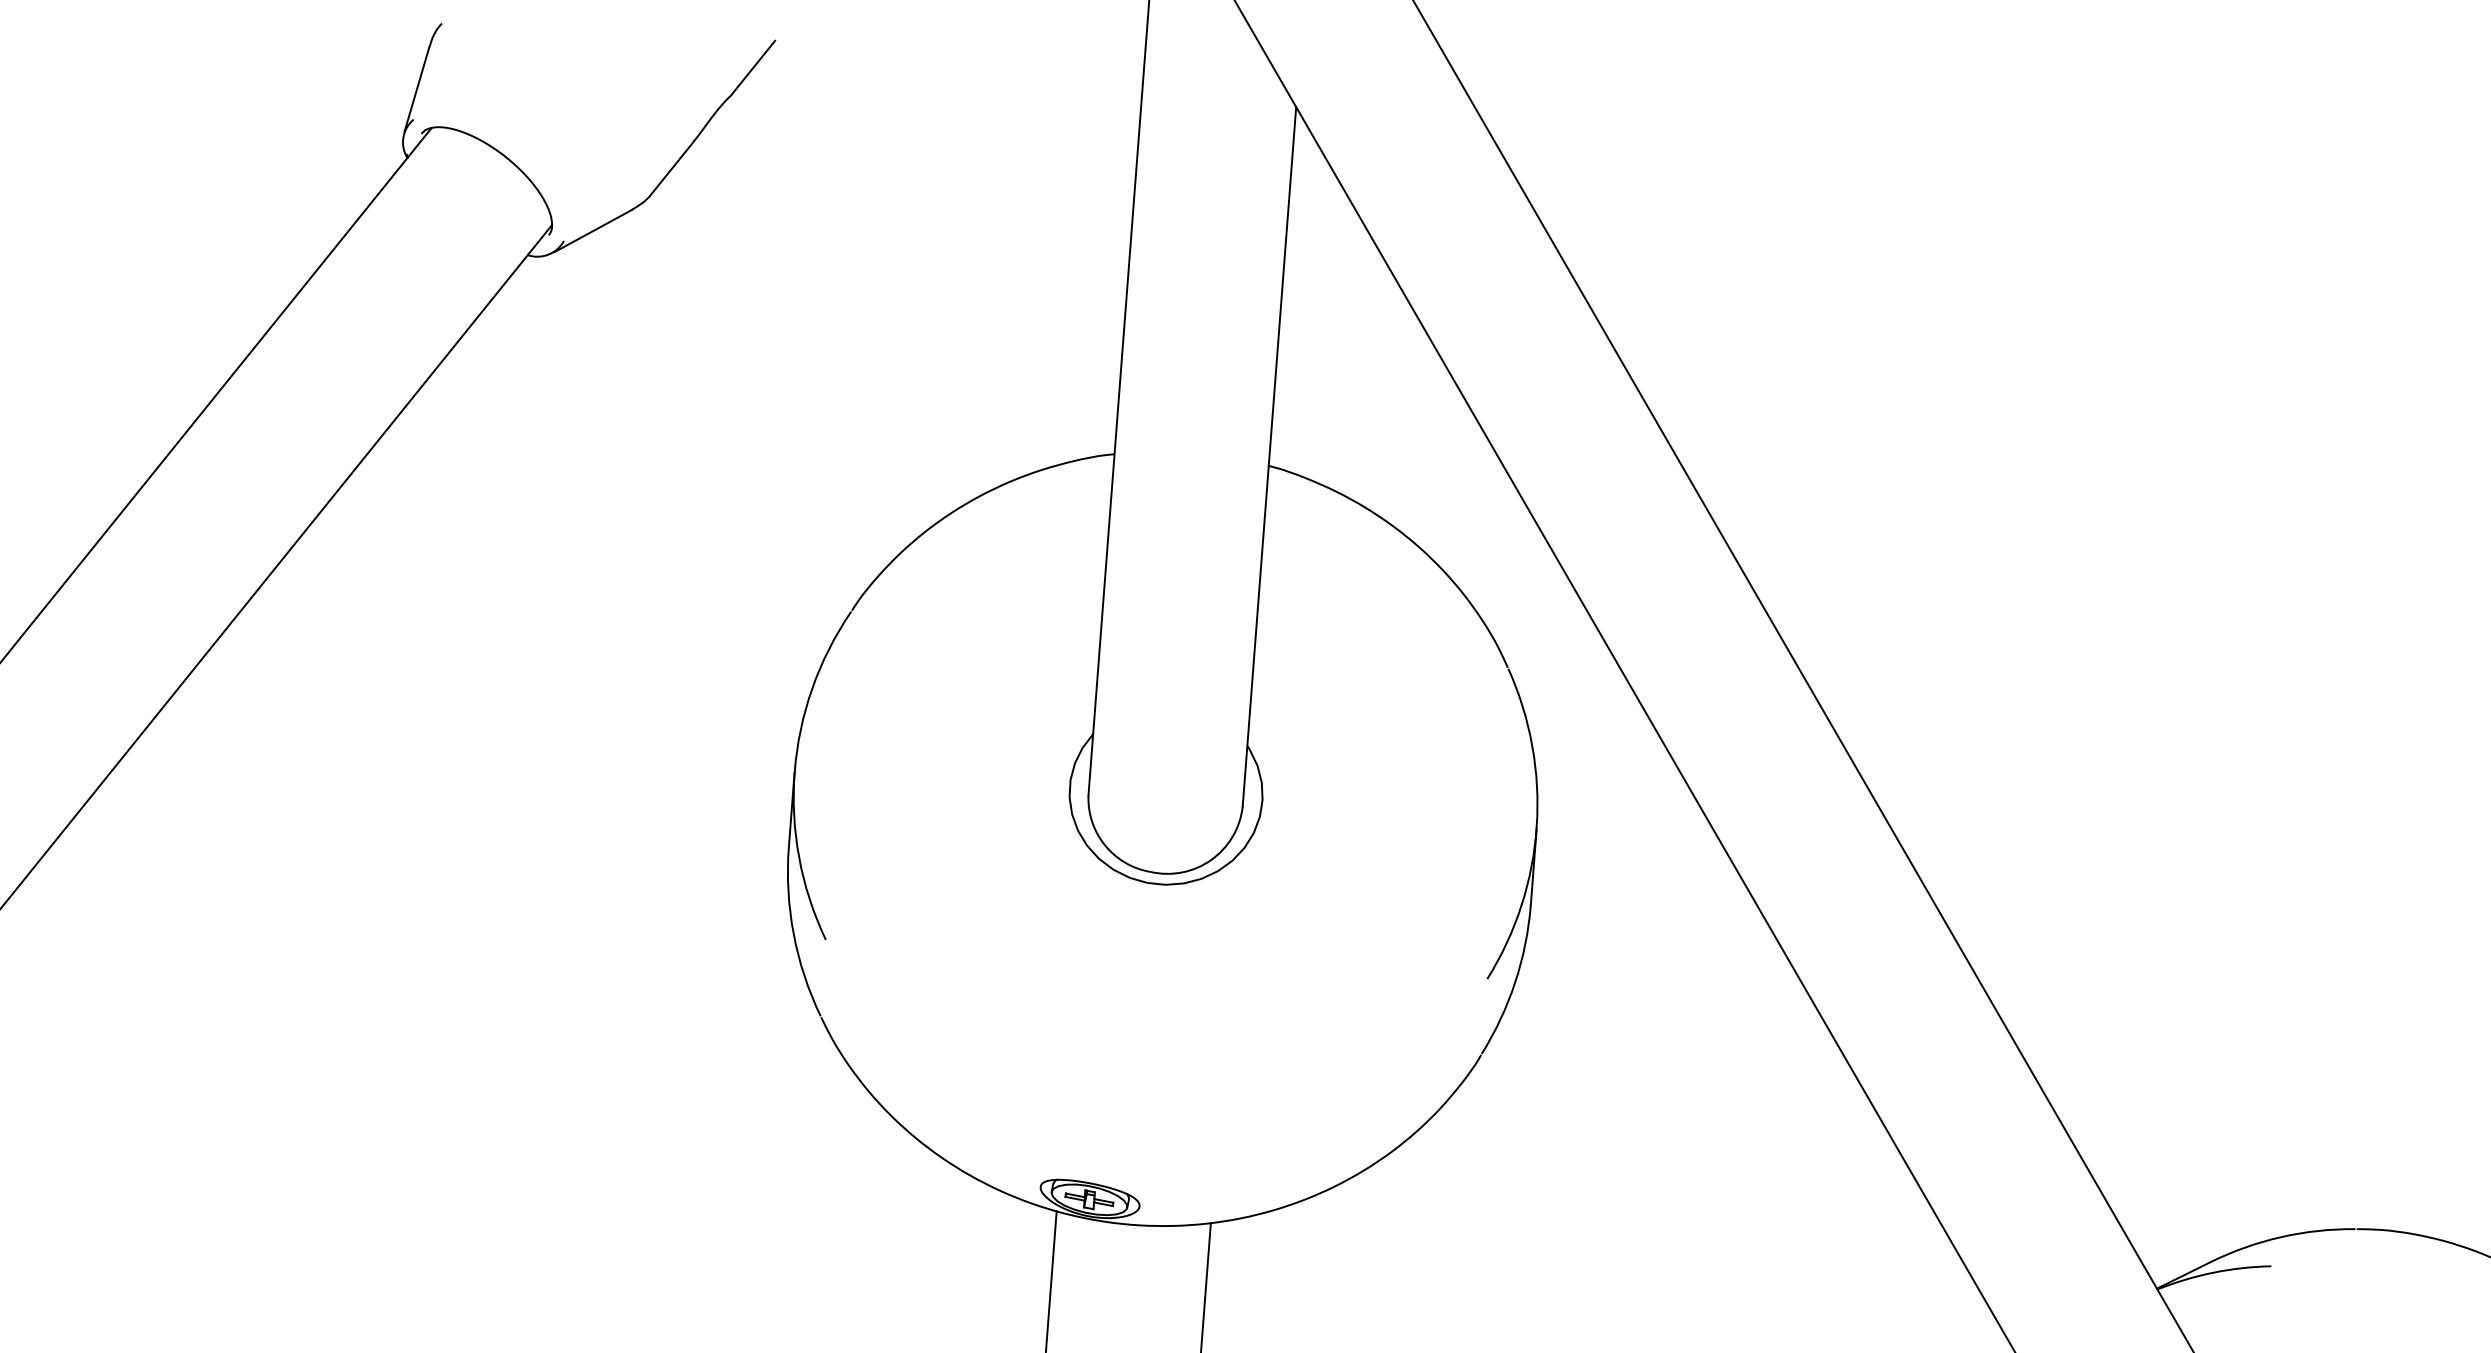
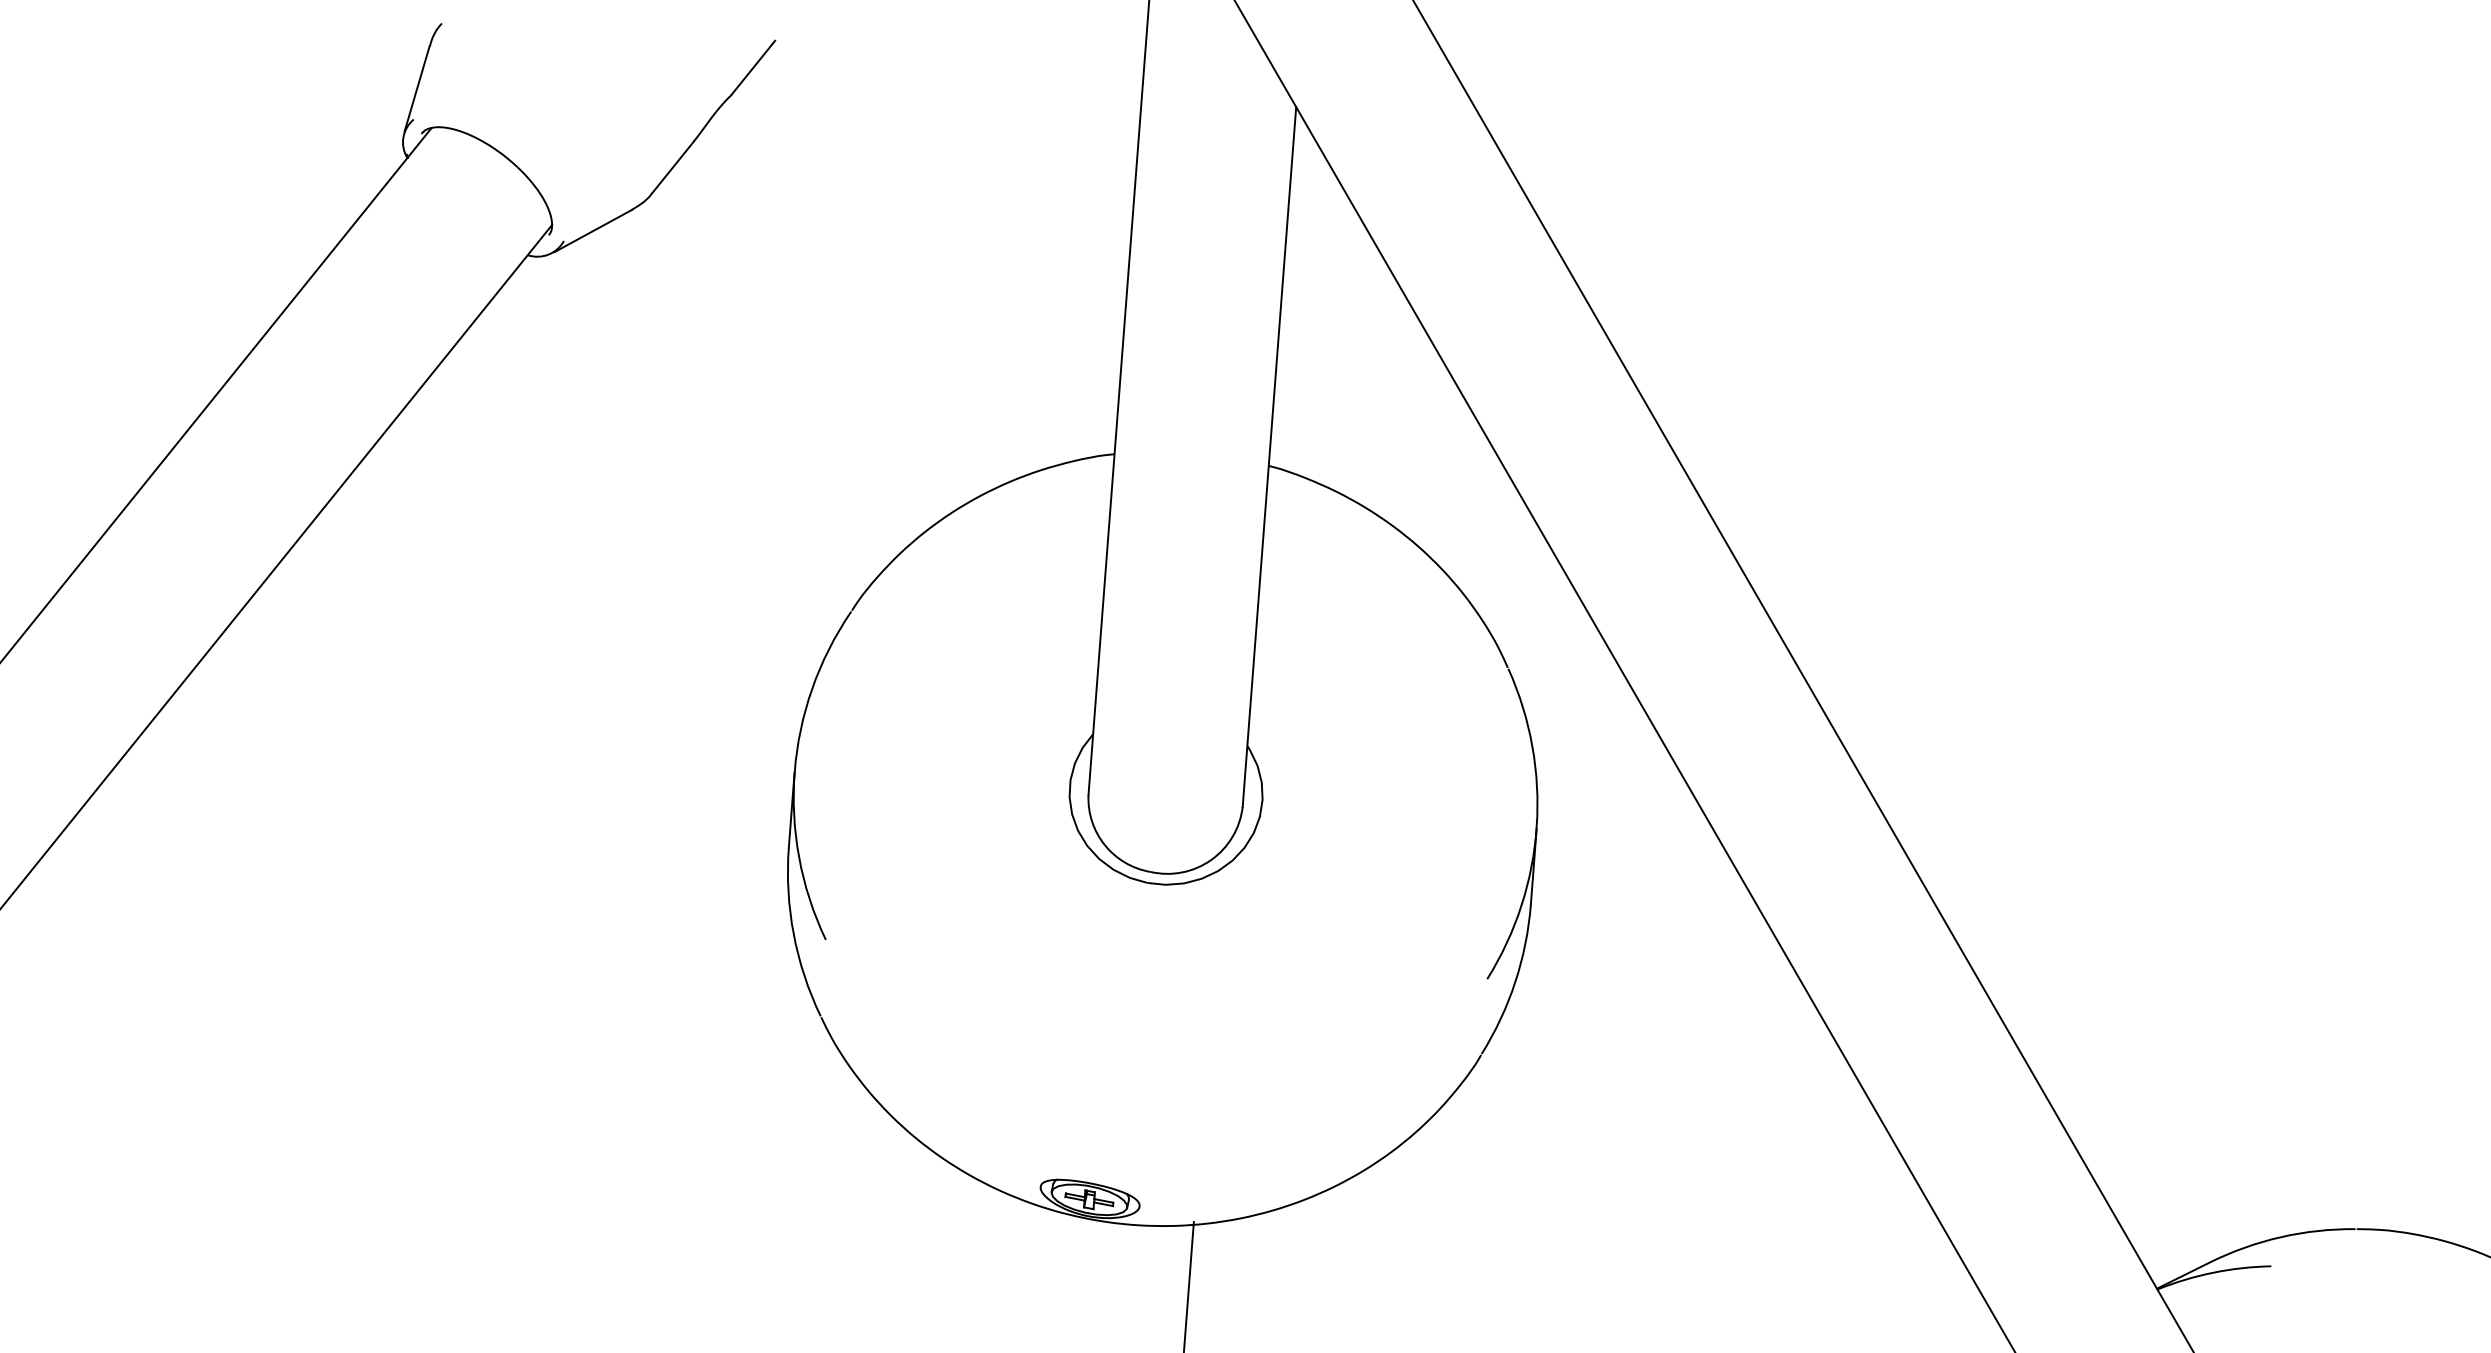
line at (1051, 1280): present -> none
line at (1205, 1286) position: (1205, 1286) -> (1188, 1285)
